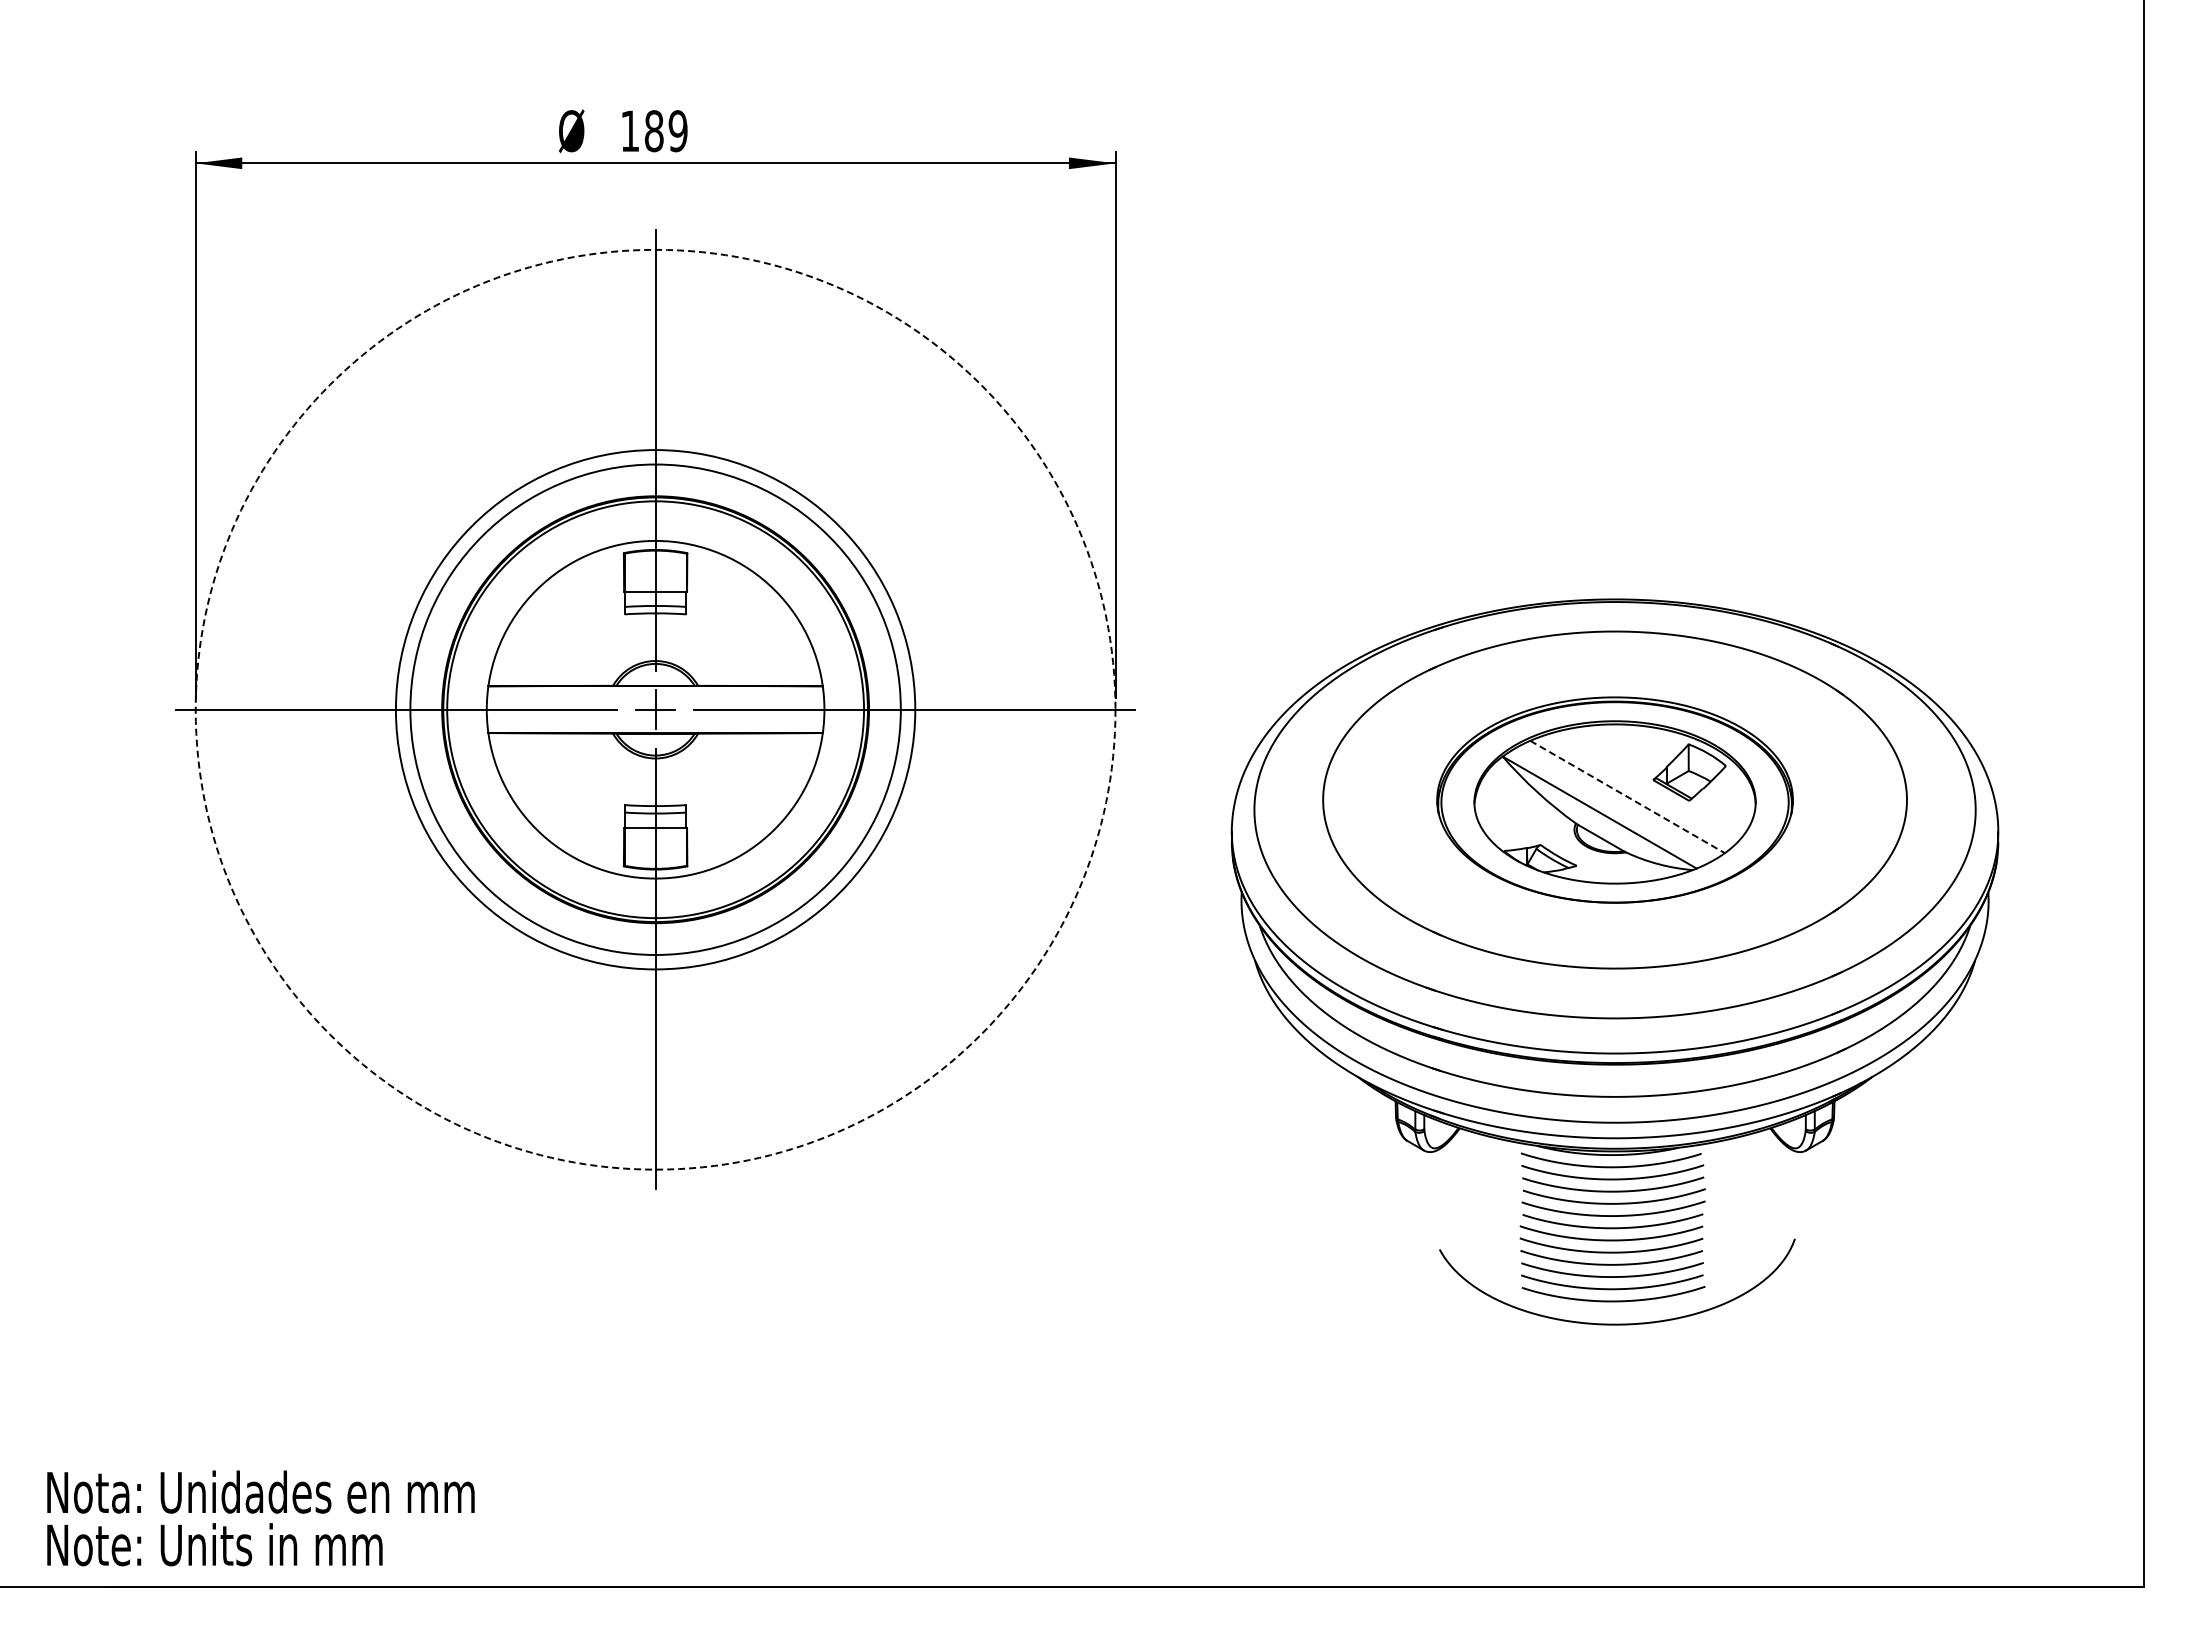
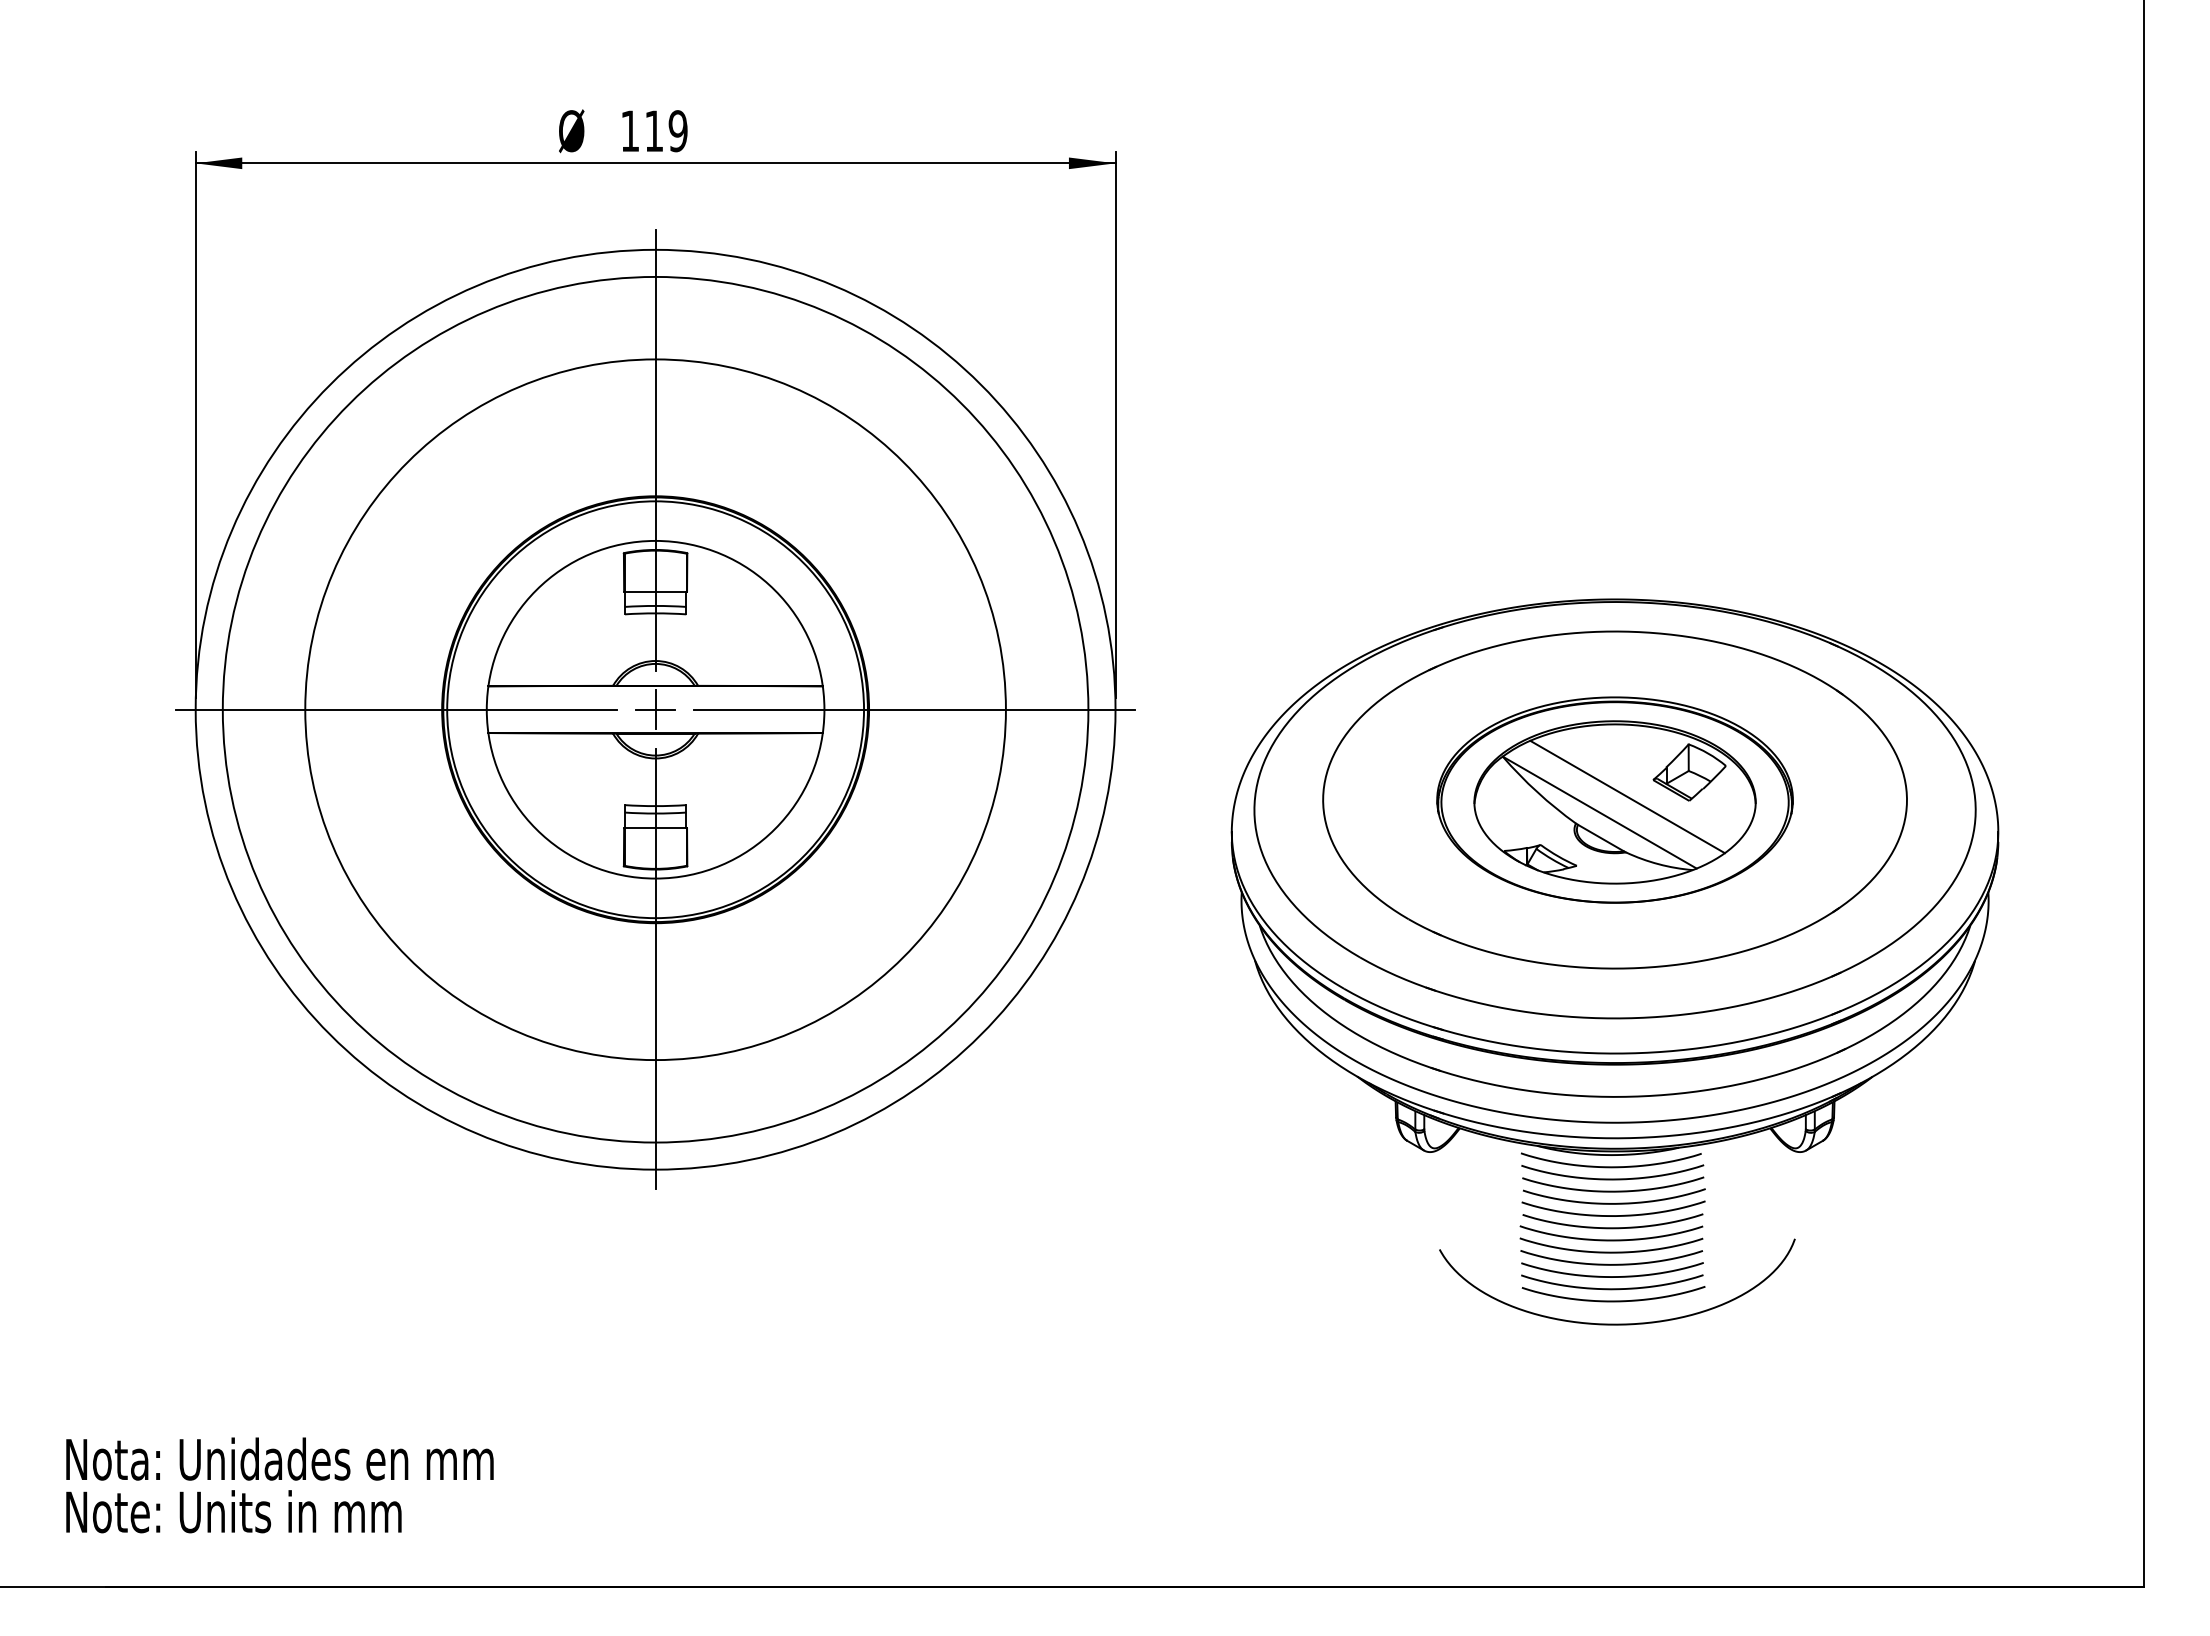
text at (654, 131): 189 -> 119
circle at (655, 709) diameter: 490 px -> 701 px
circle at (655, 709) diameter: 519 px -> 866 px
circle at (655, 709): dashed -> solid
line at (1628, 797): dashed -> solid
text at (260, 1518) position: (260, 1518) -> (279, 1485)
